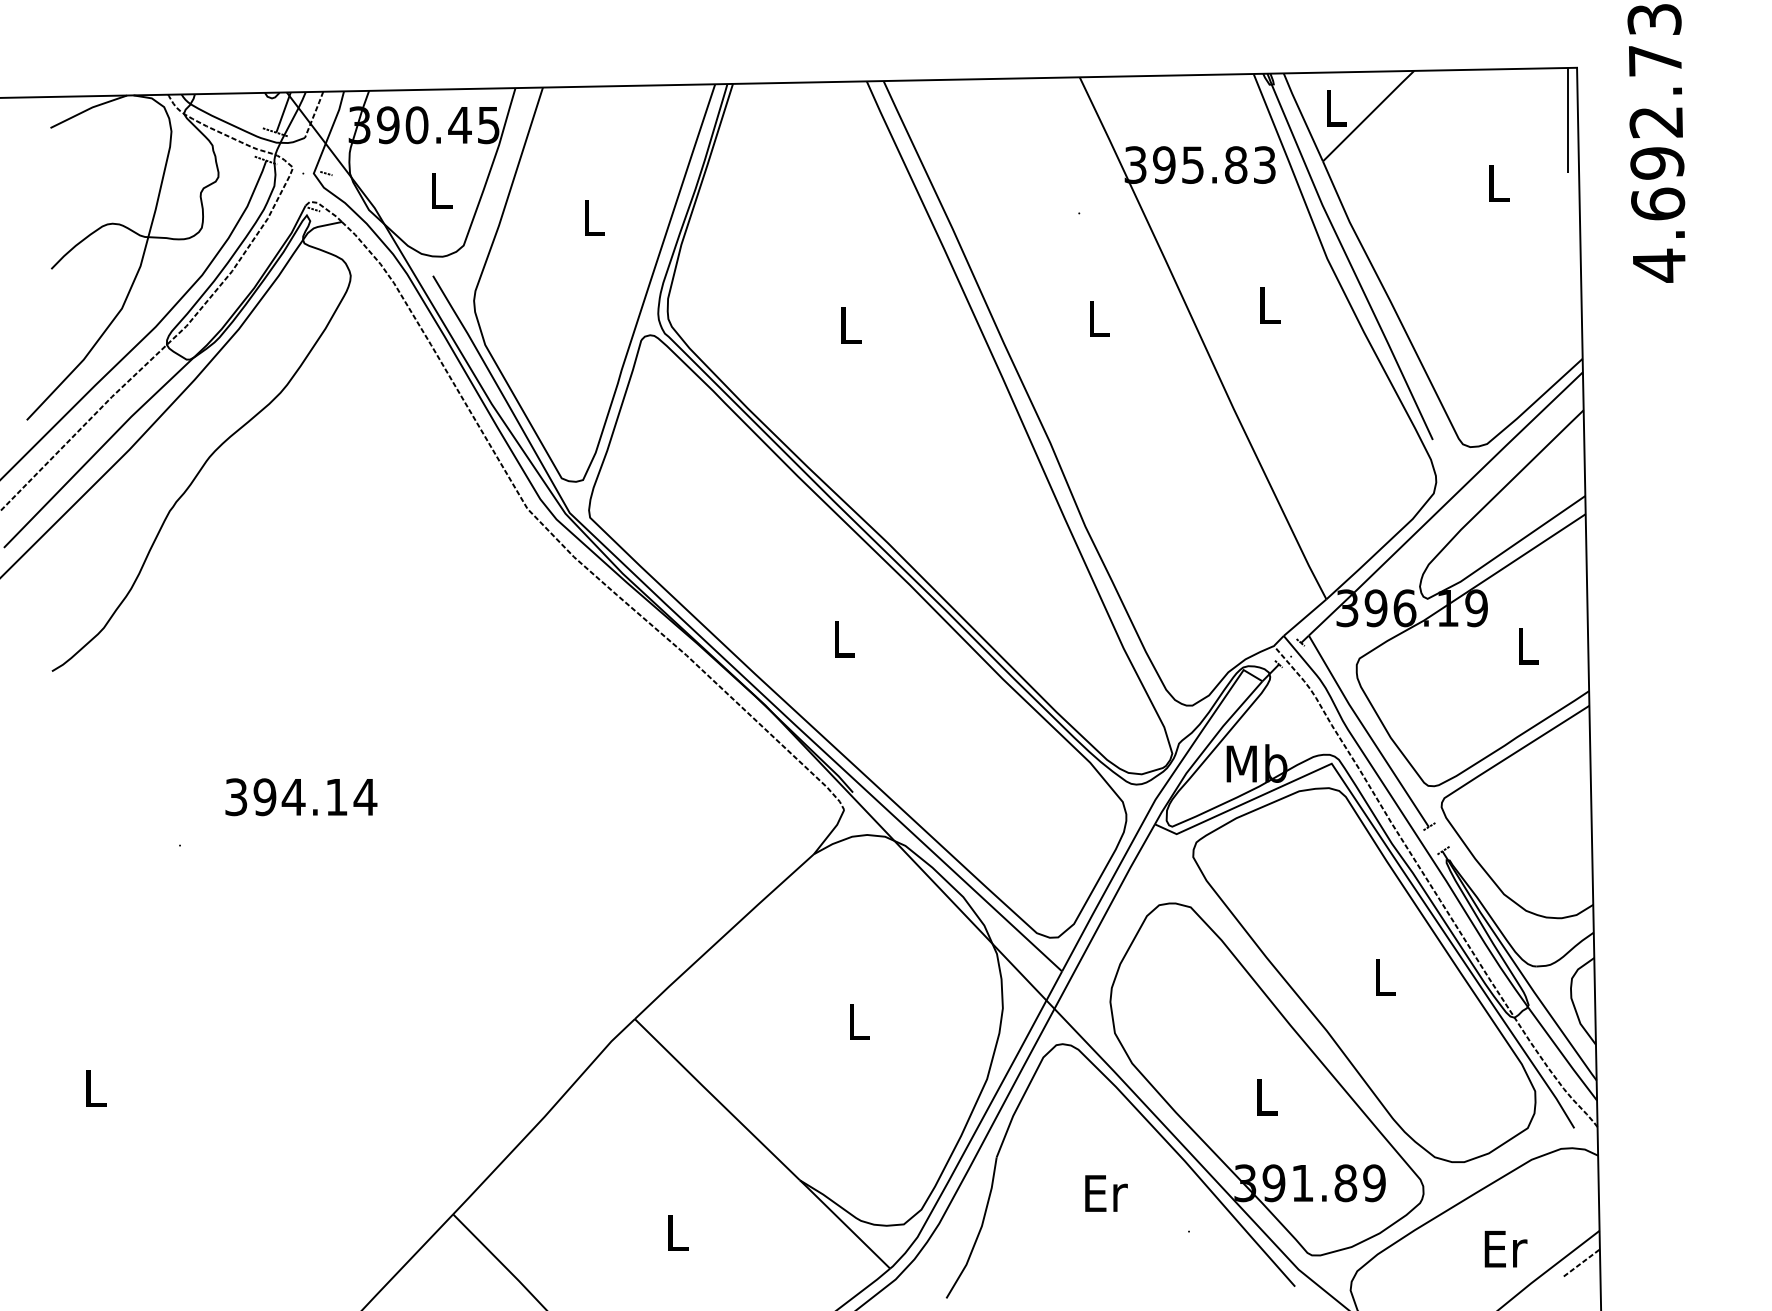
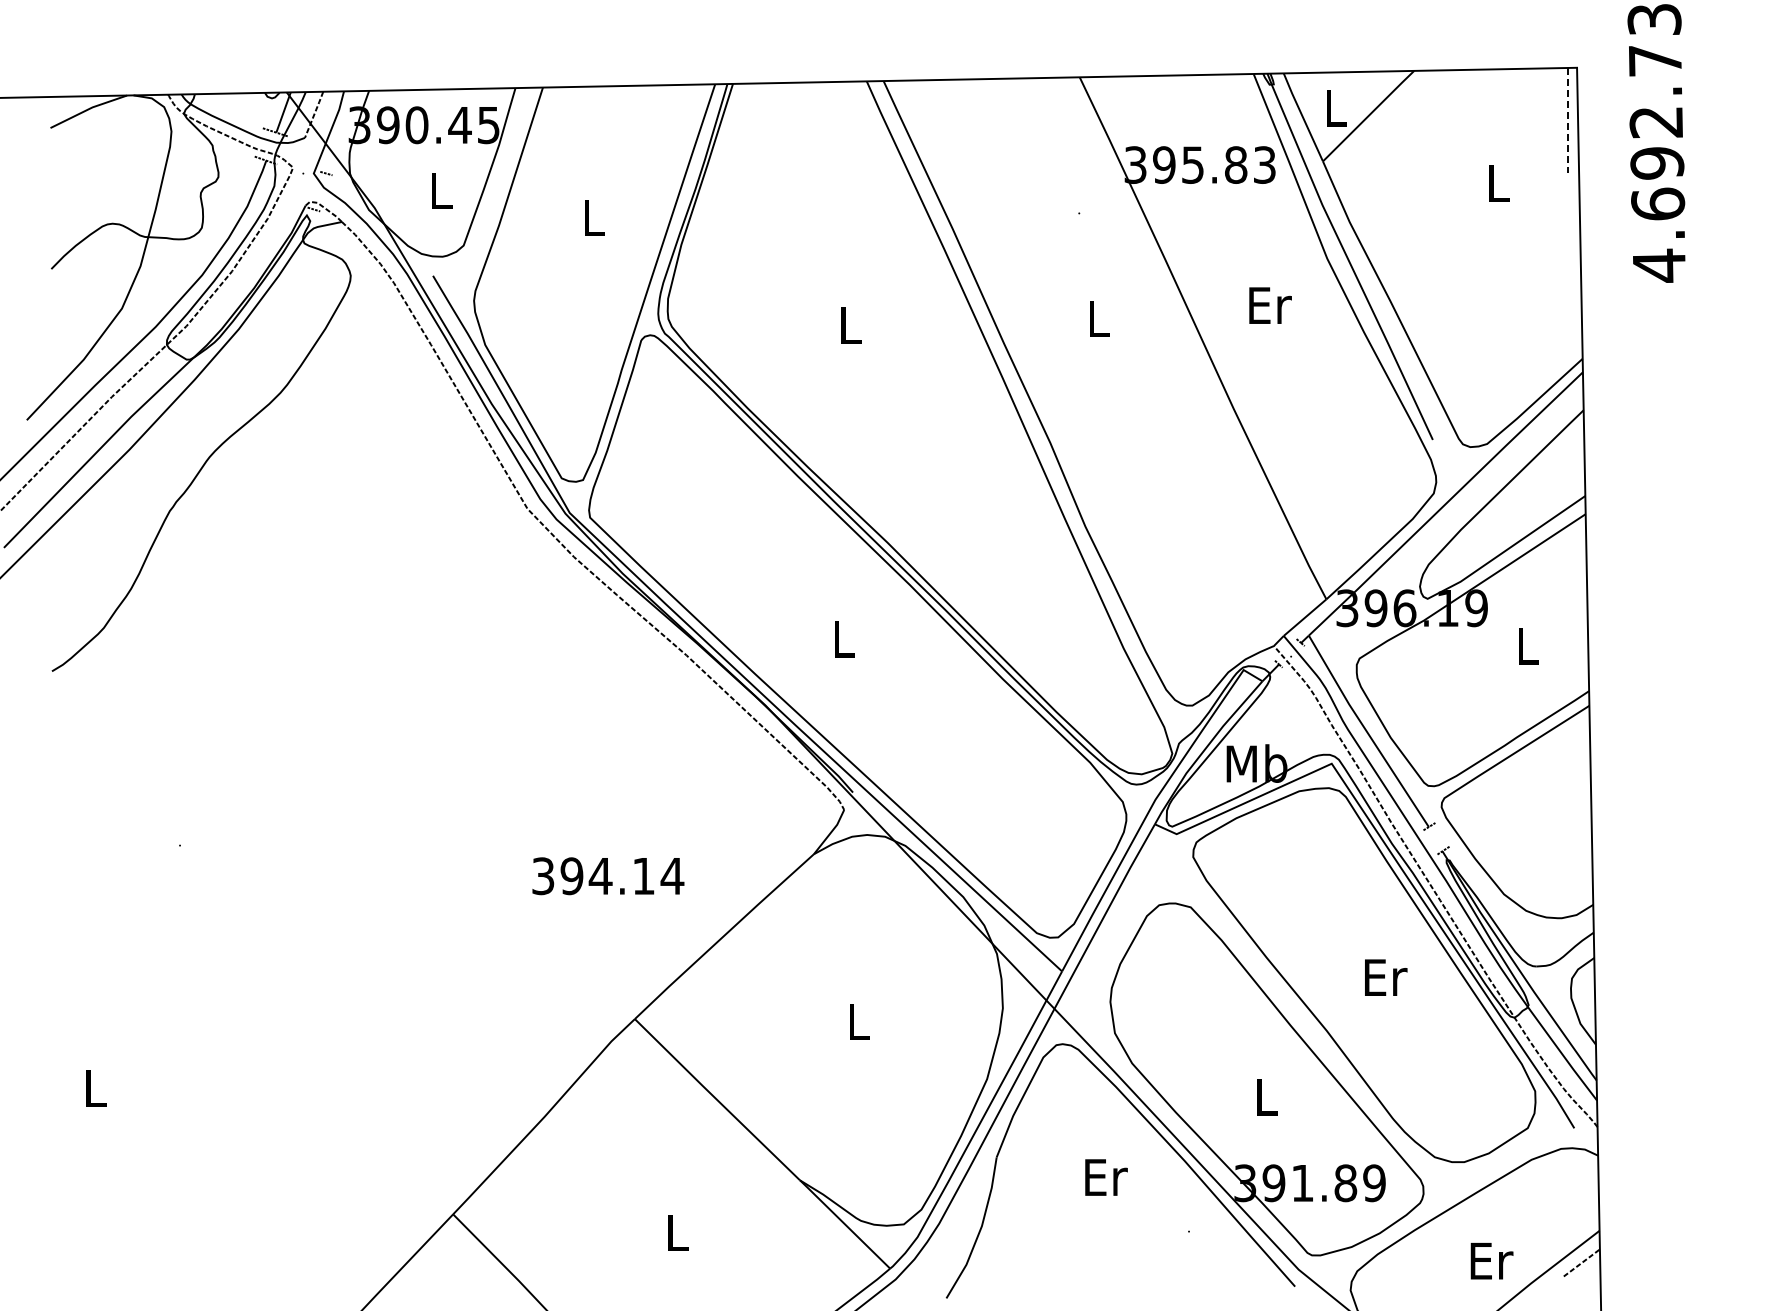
line at (1567, 120): solid -> dashed
text at (1270, 305): L -> Er
text at (301, 797) position: (301, 797) -> (608, 876)
text at (1386, 977): L -> Er
text at (1106, 1193) position: (1106, 1193) -> (1106, 1177)
text at (1505, 1249) position: (1505, 1249) -> (1491, 1261)
